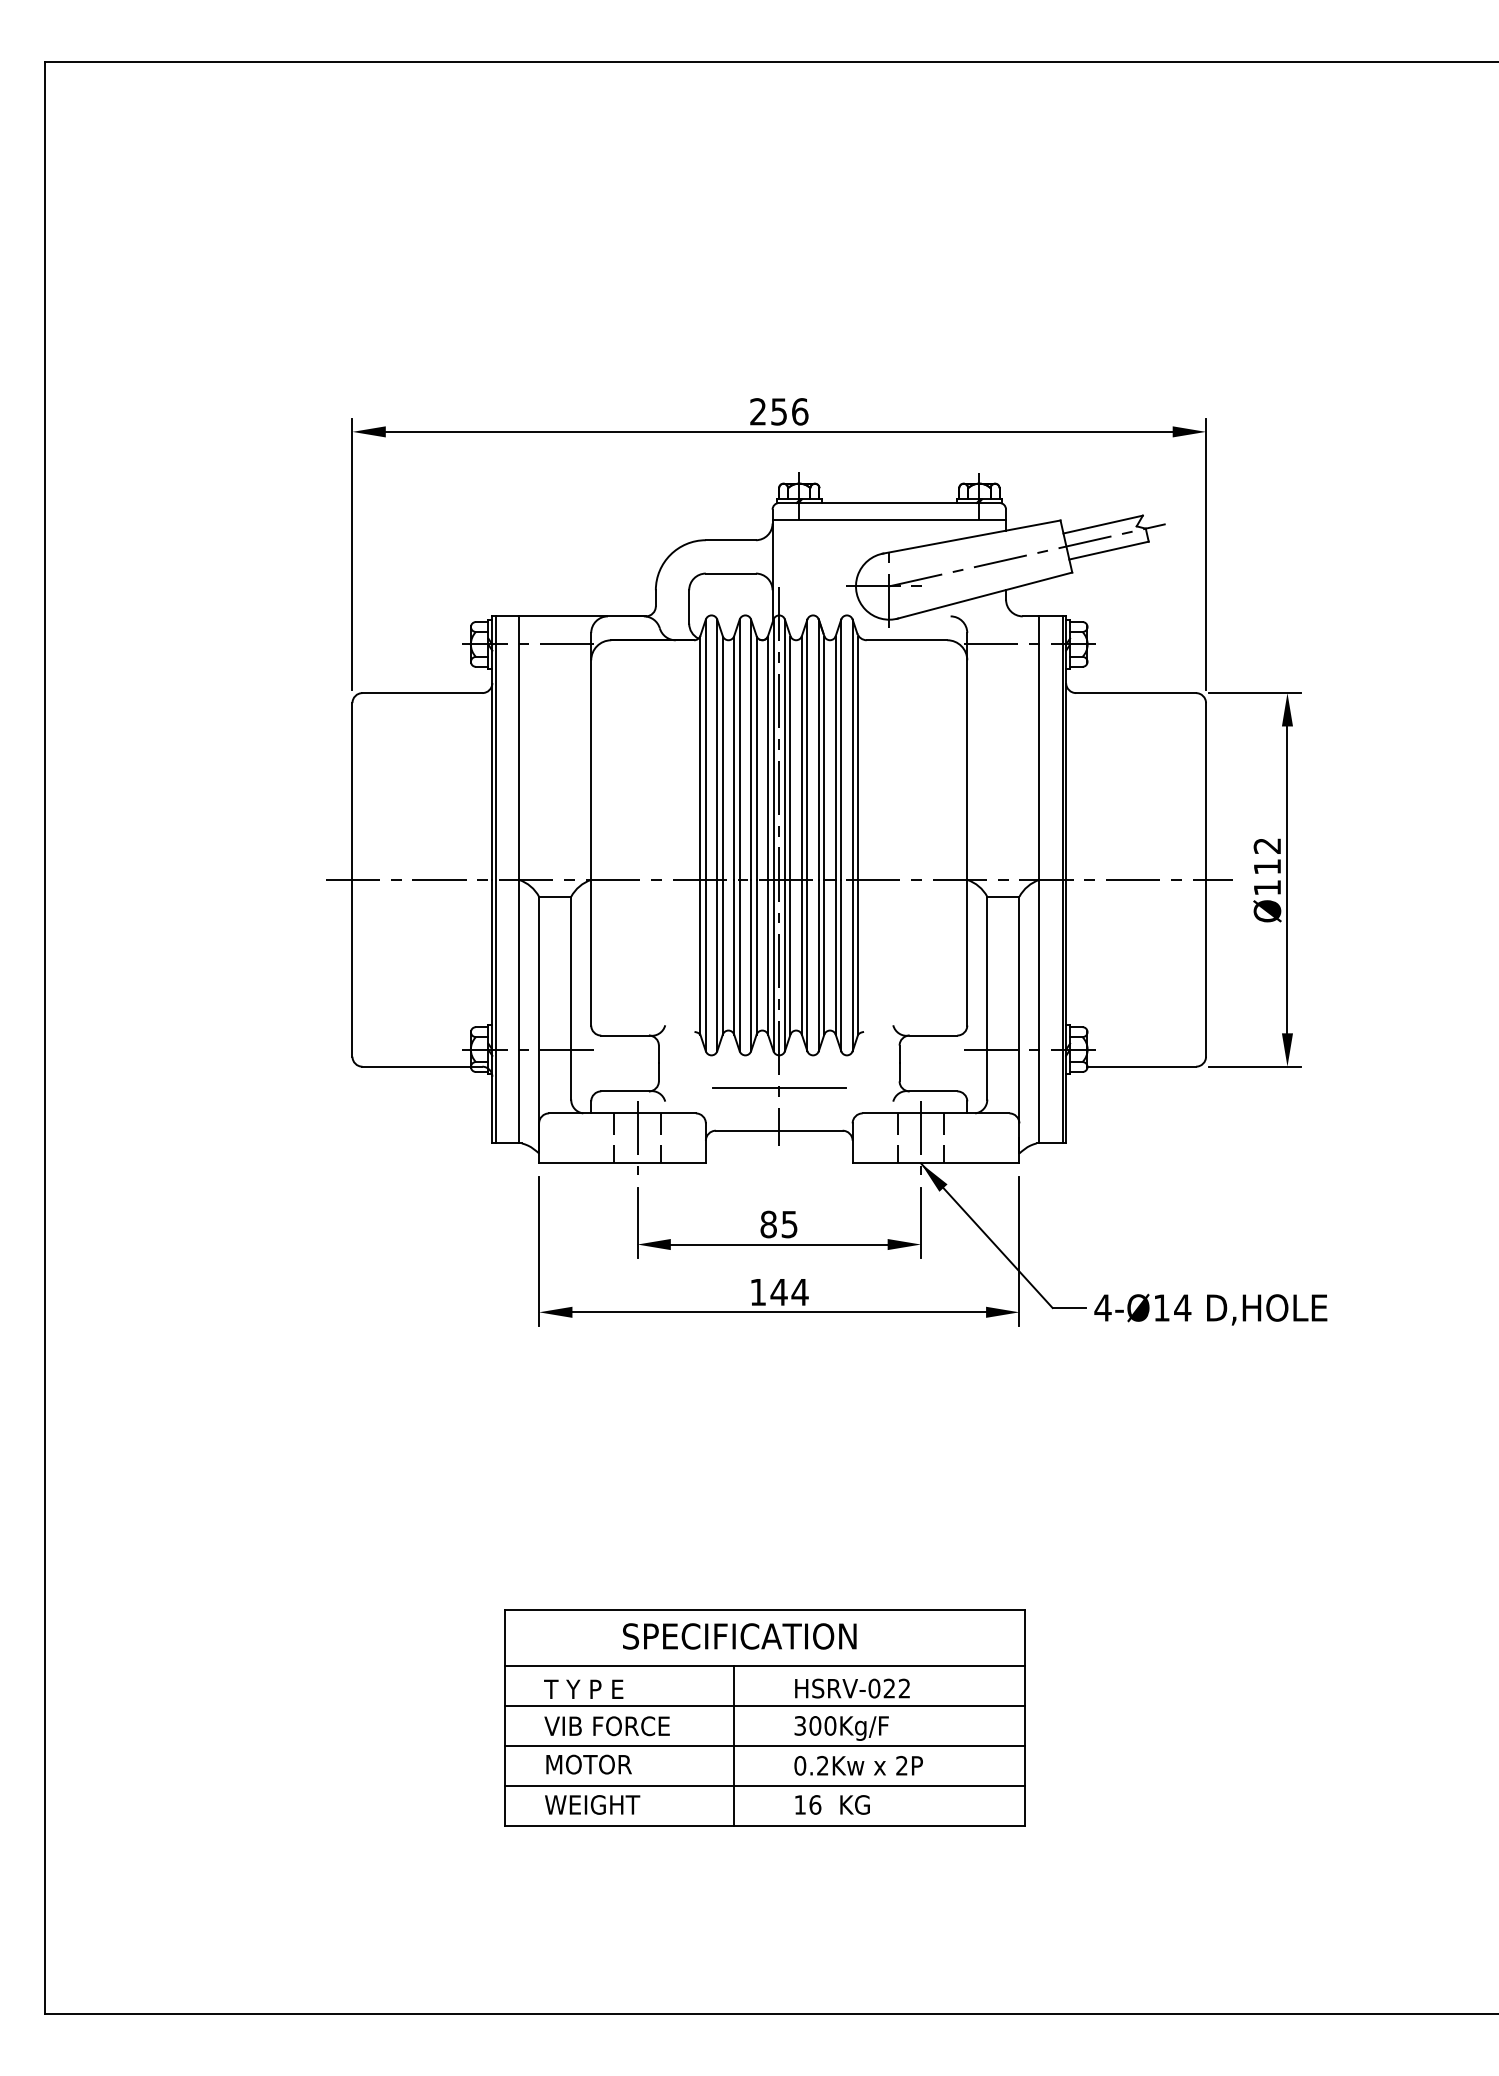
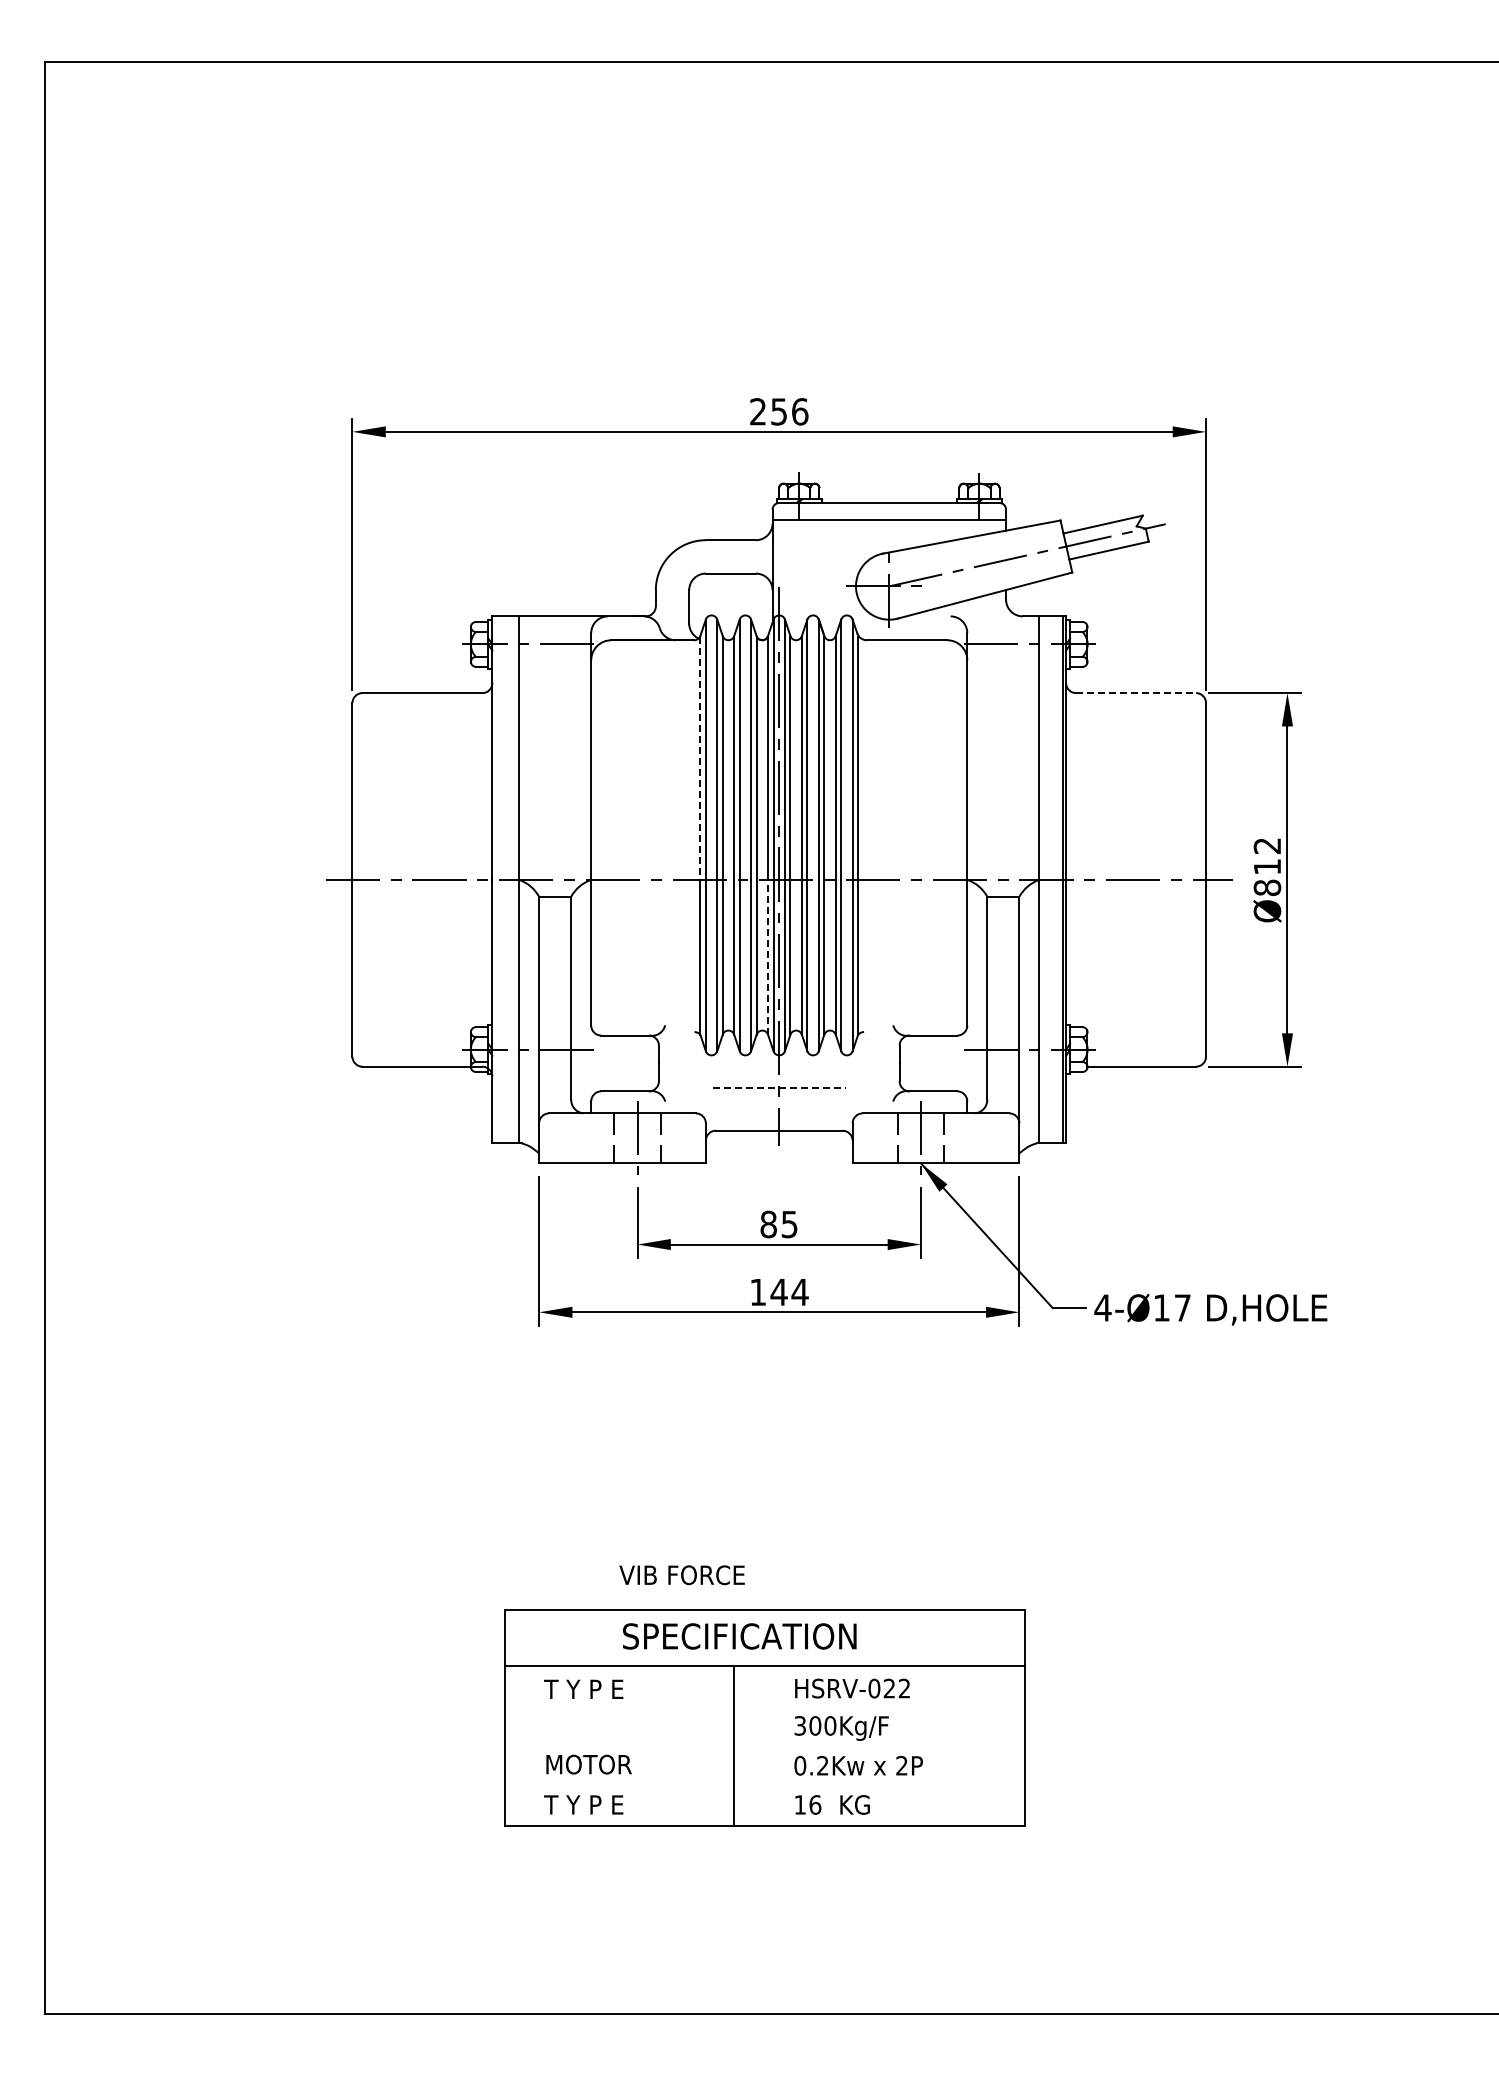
line at (1136, 693): solid -> dashed
line at (700, 759): solid -> dashed
line at (495, 879): present -> none
text at (1267, 887): Ø112 -> Ø812
line at (768, 956): solid -> dashed
line at (779, 1088): solid -> dashed
text at (1182, 1307): 4-Ø14 -> 4-Ø17
line at (764, 1706): present -> none
text at (606, 1726) position: (606, 1726) -> (681, 1575)
line at (764, 1746): present -> none
line at (764, 1786): present -> none
text at (592, 1804): WEIGHT -> T Y P E
